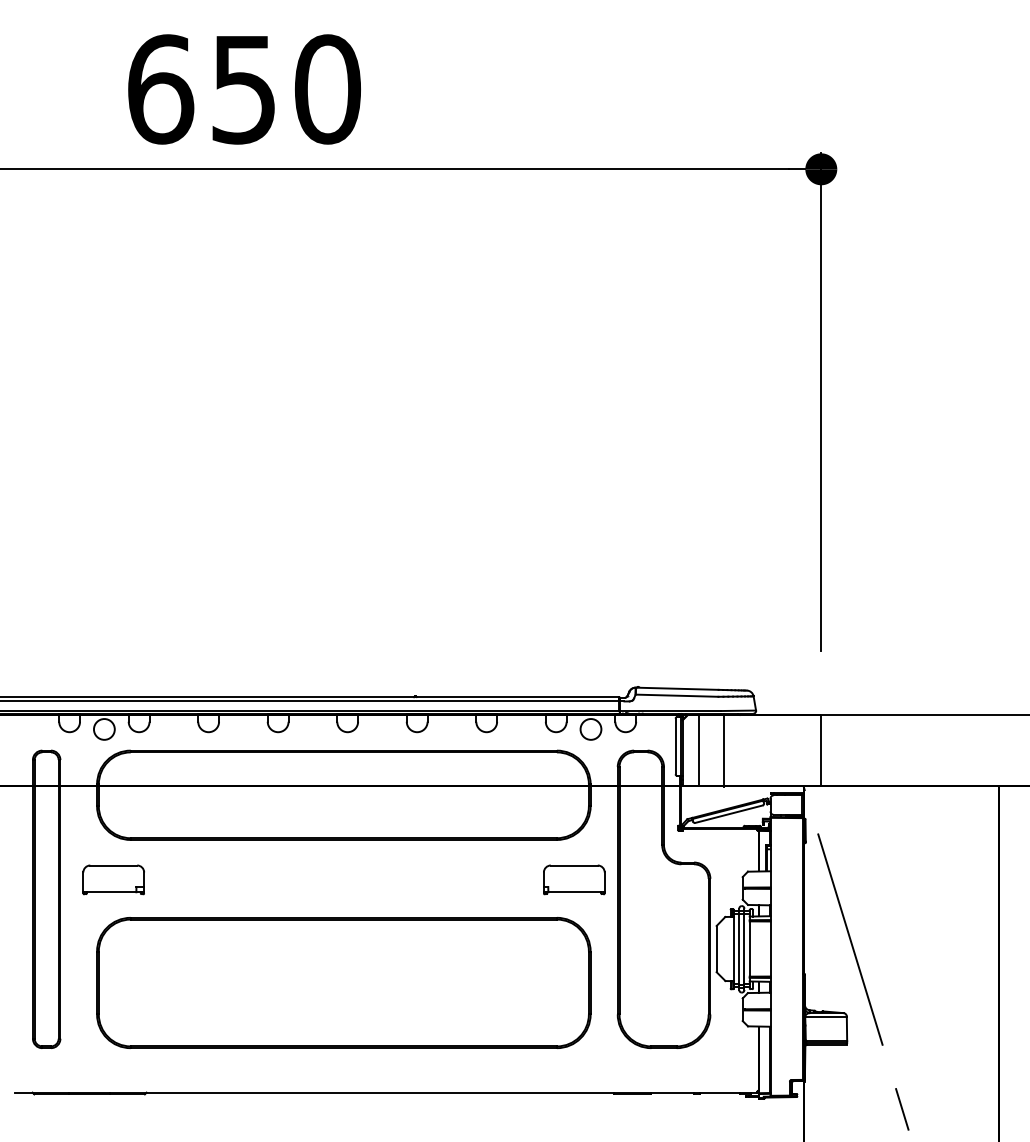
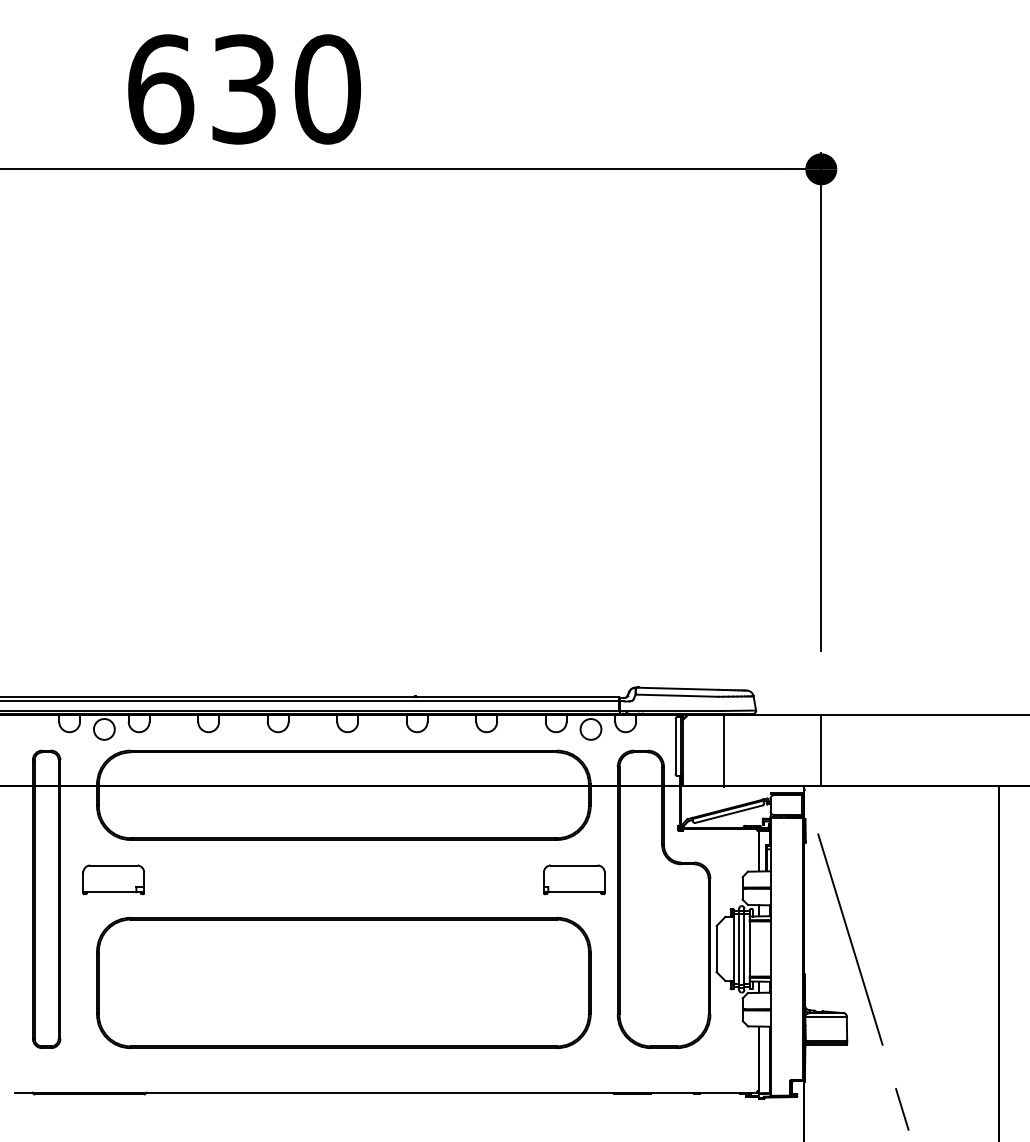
text at (243, 89): 650 -> 630
line at (698, 750): present -> none
